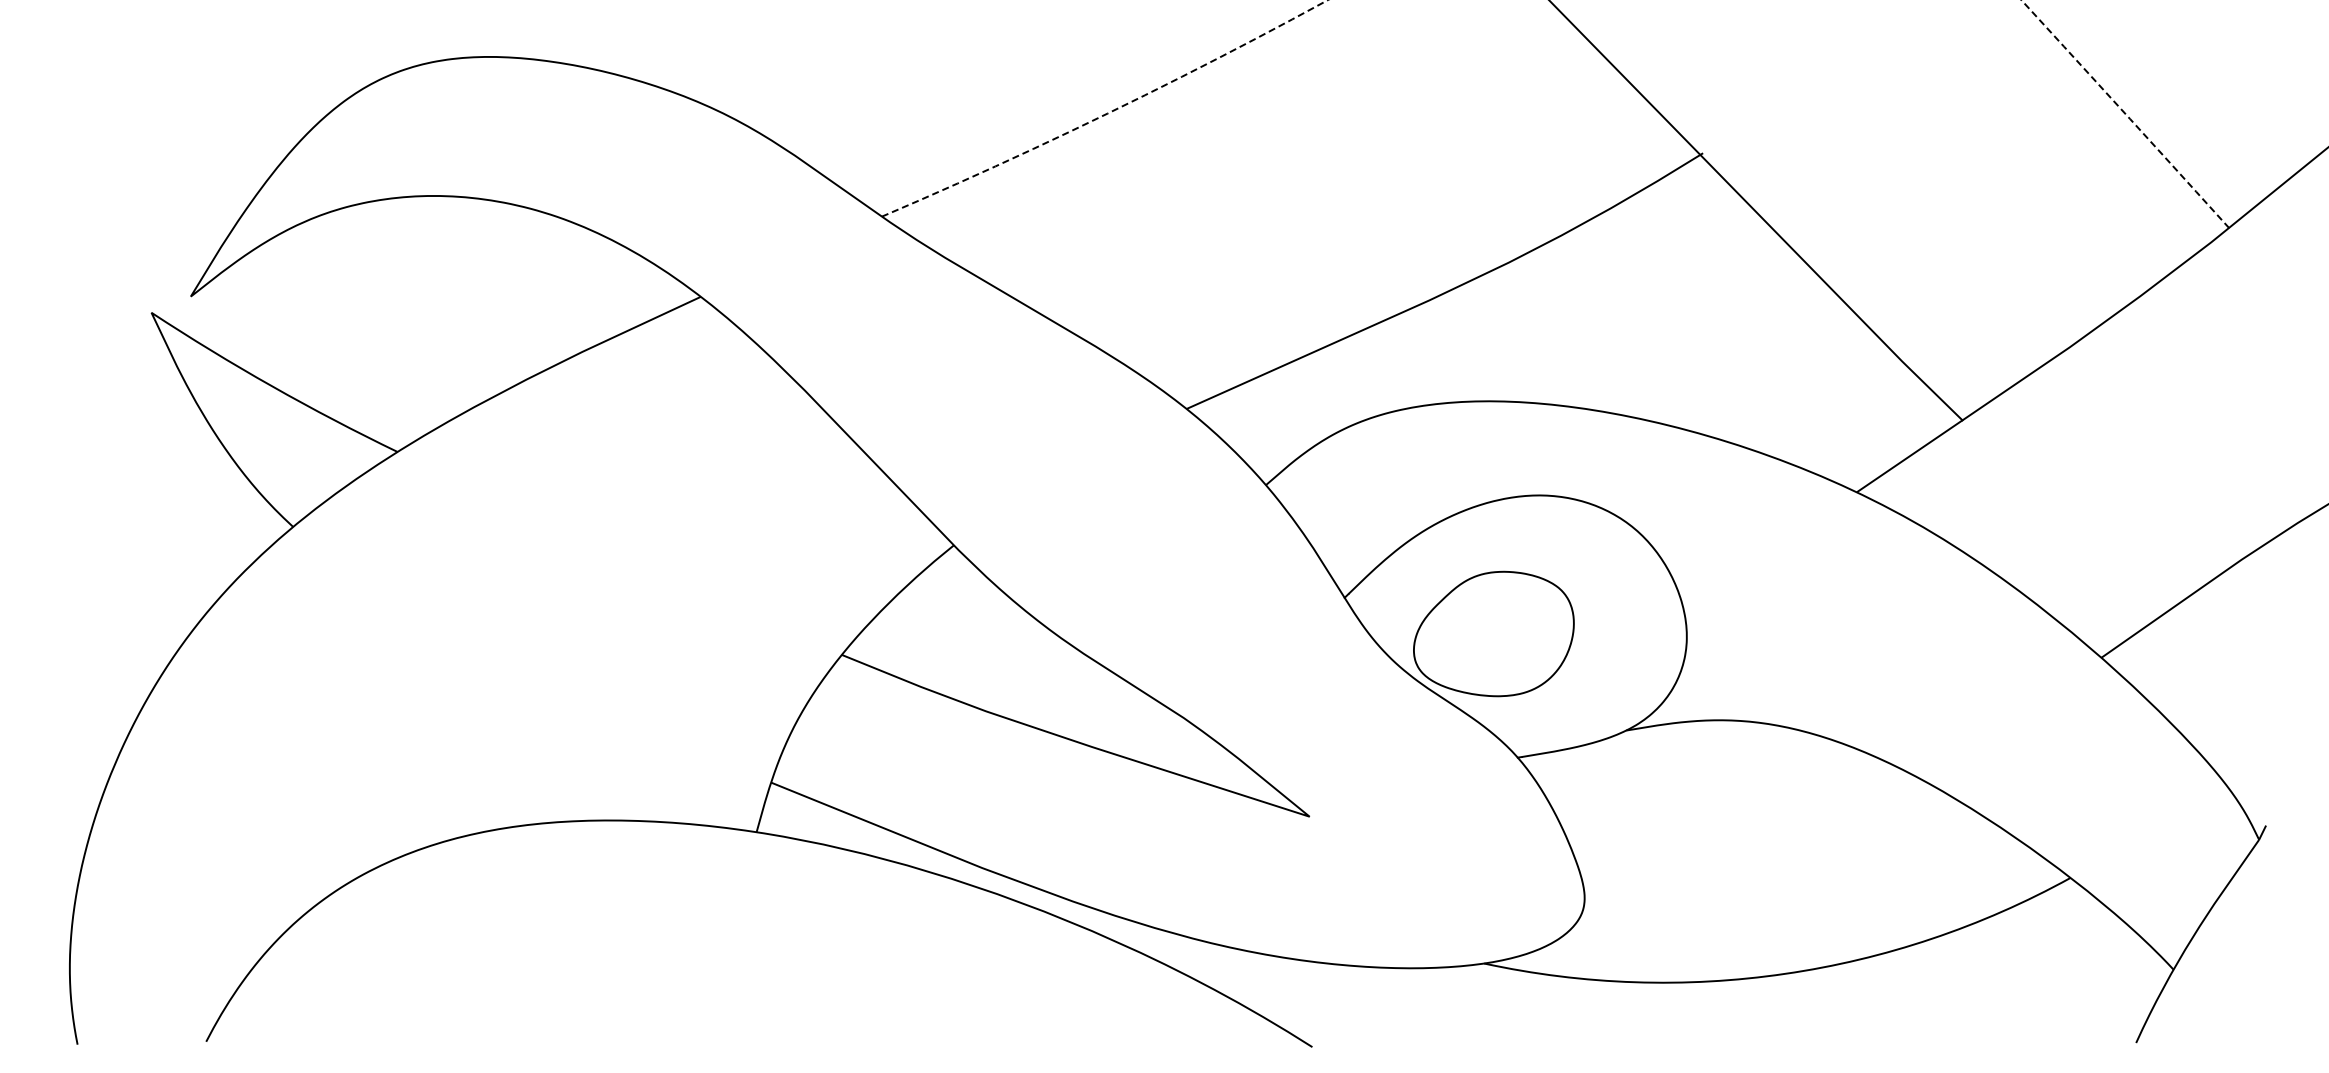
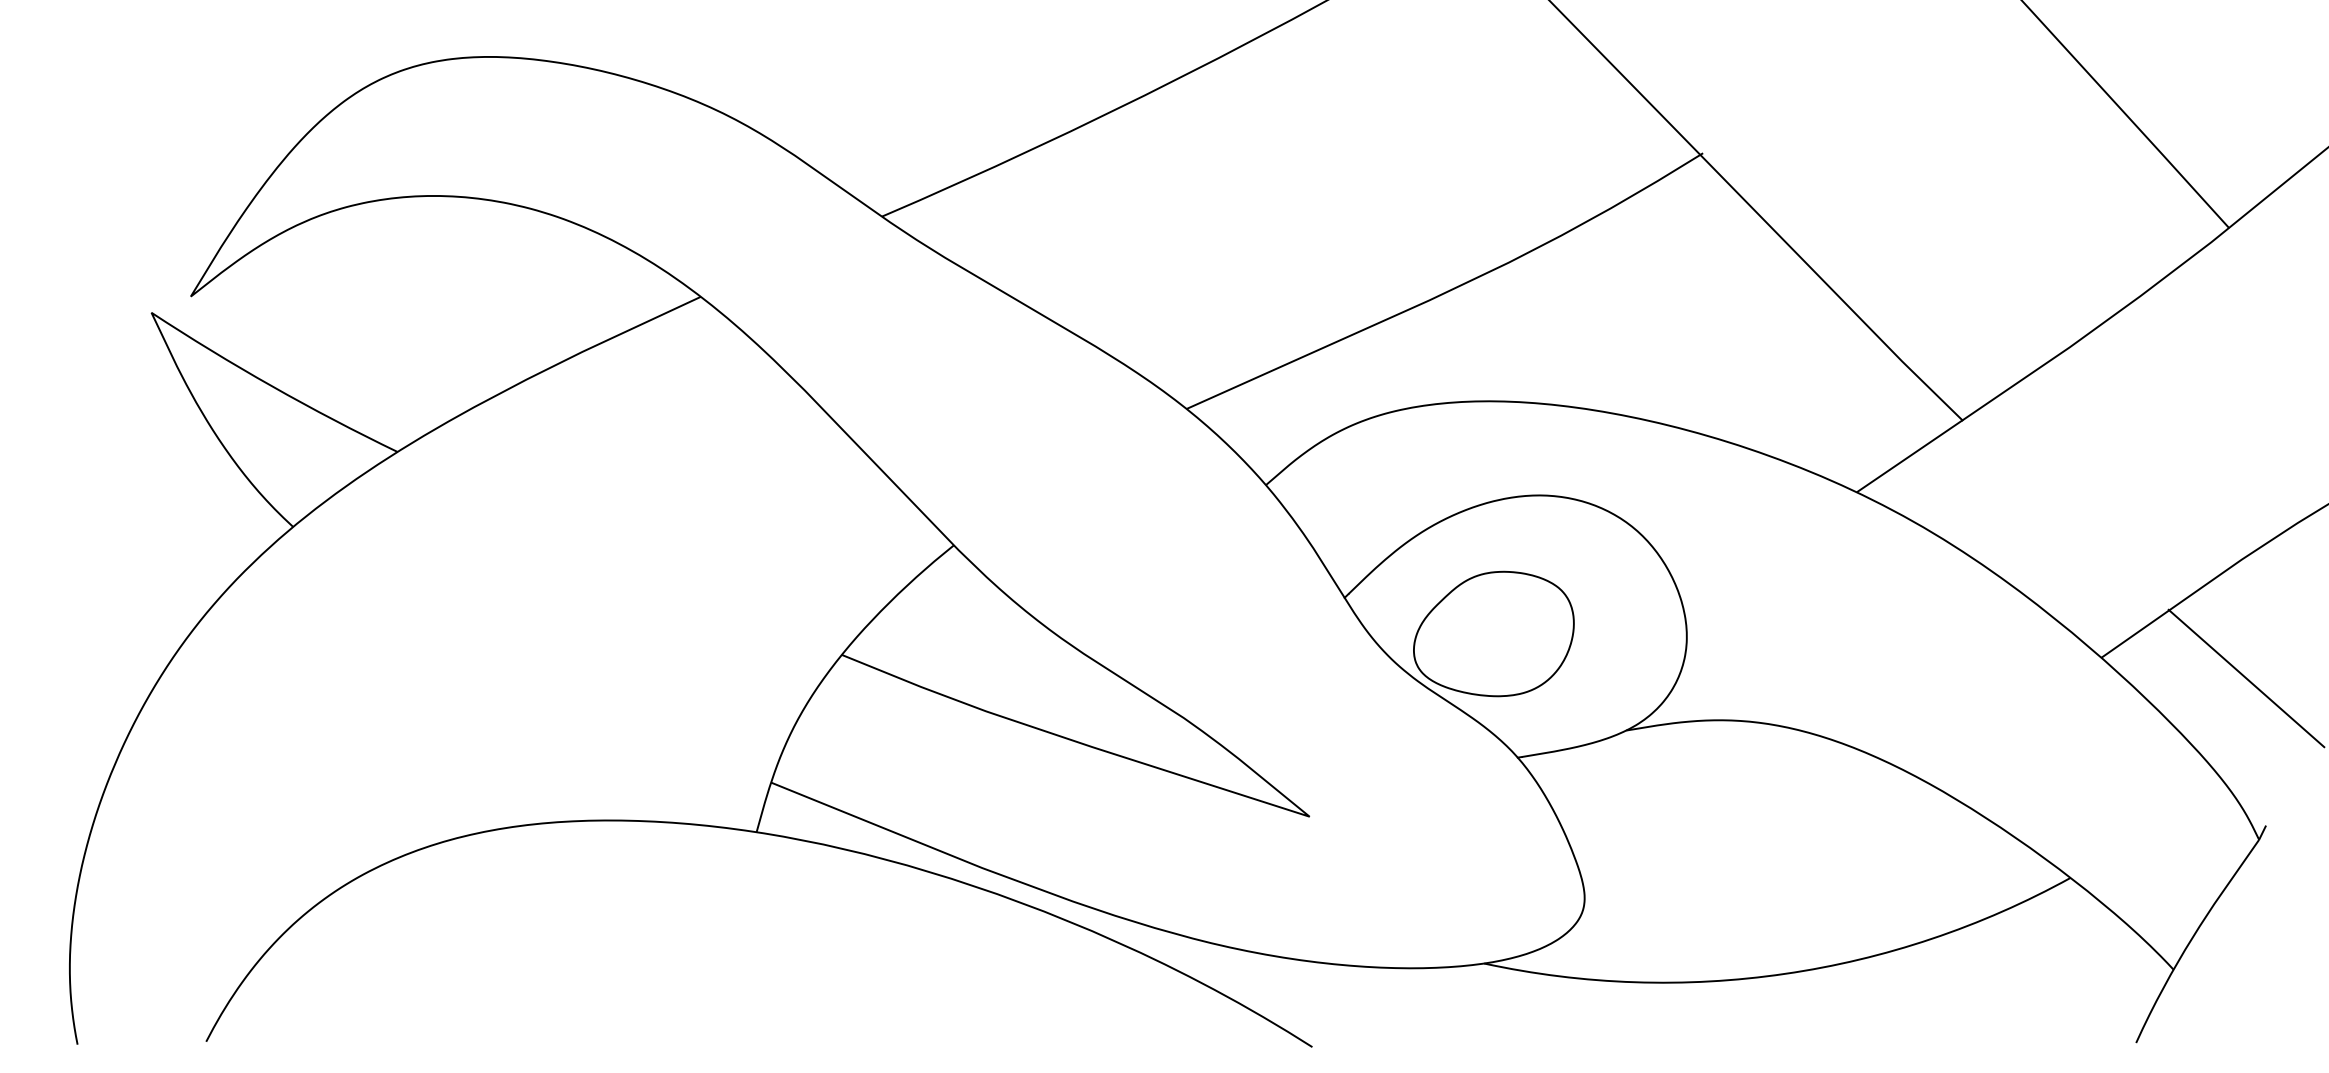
arc at (1107, 113): dashed -> solid
arc at (2125, 113): dashed -> solid
line at (2246, 678): none -> present
